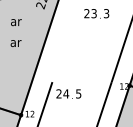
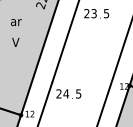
text at (106, 13): 3 -> 5
text at (15, 41): ar -> V
line at (65, 42): none -> present
